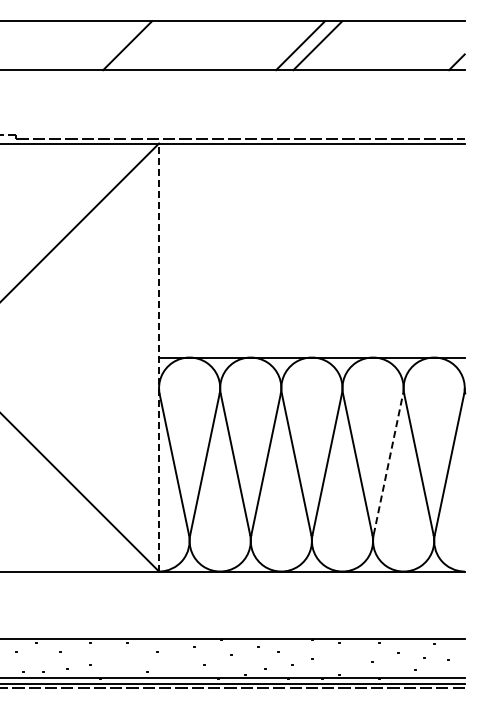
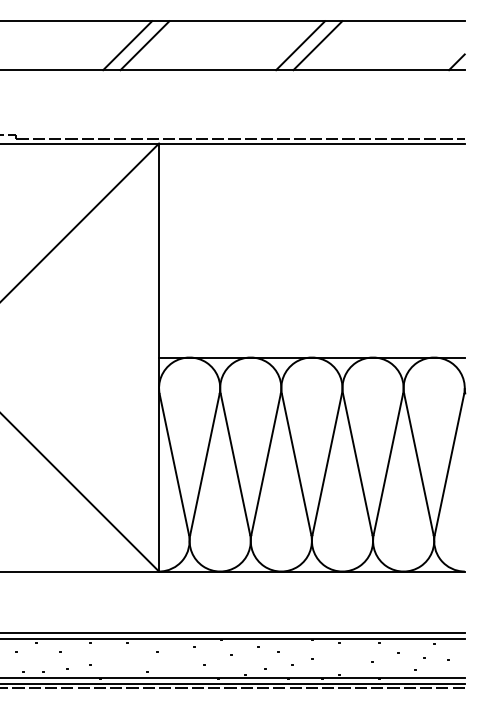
line at (144, 45): none -> present
line at (159, 357): dashed -> solid
line at (388, 464): dashed -> solid
line at (233, 632): none -> present
